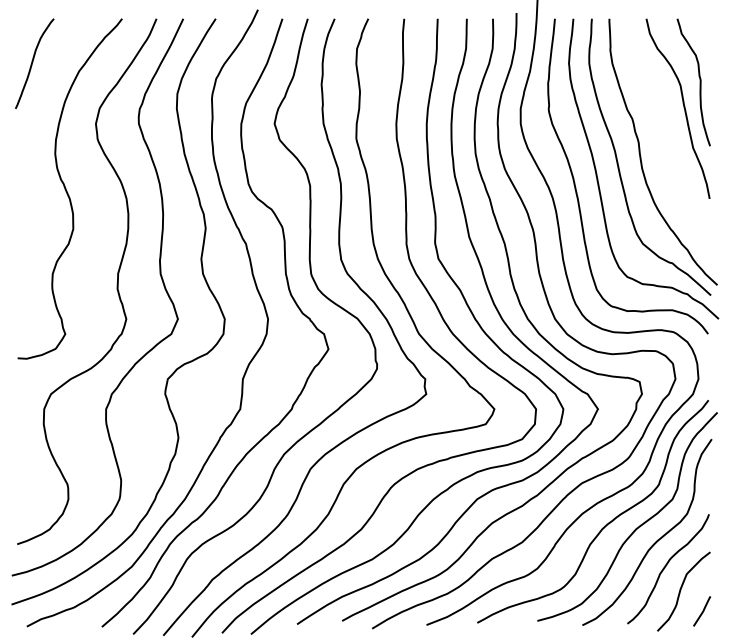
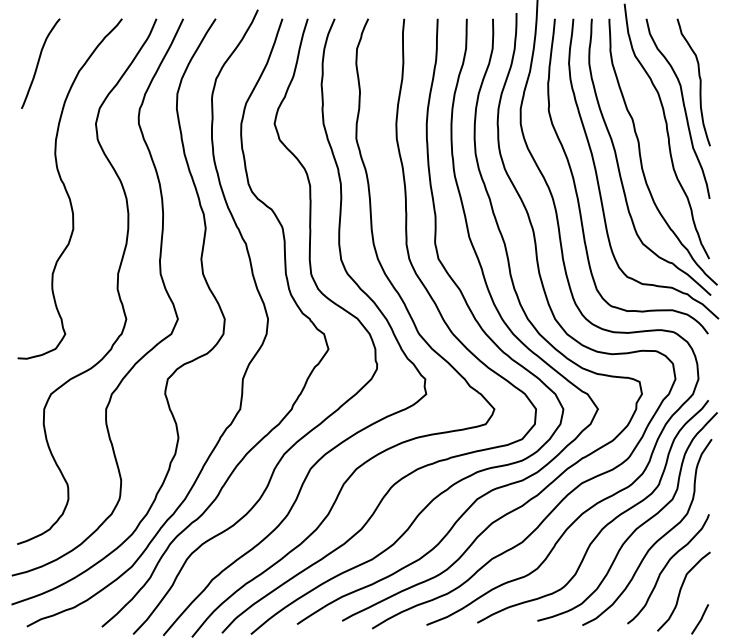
curve at (33, 62) position: (33, 62) -> (39, 62)
curve at (666, 131): none -> present
line at (702, 611) position: (702, 611) -> (700, 619)
